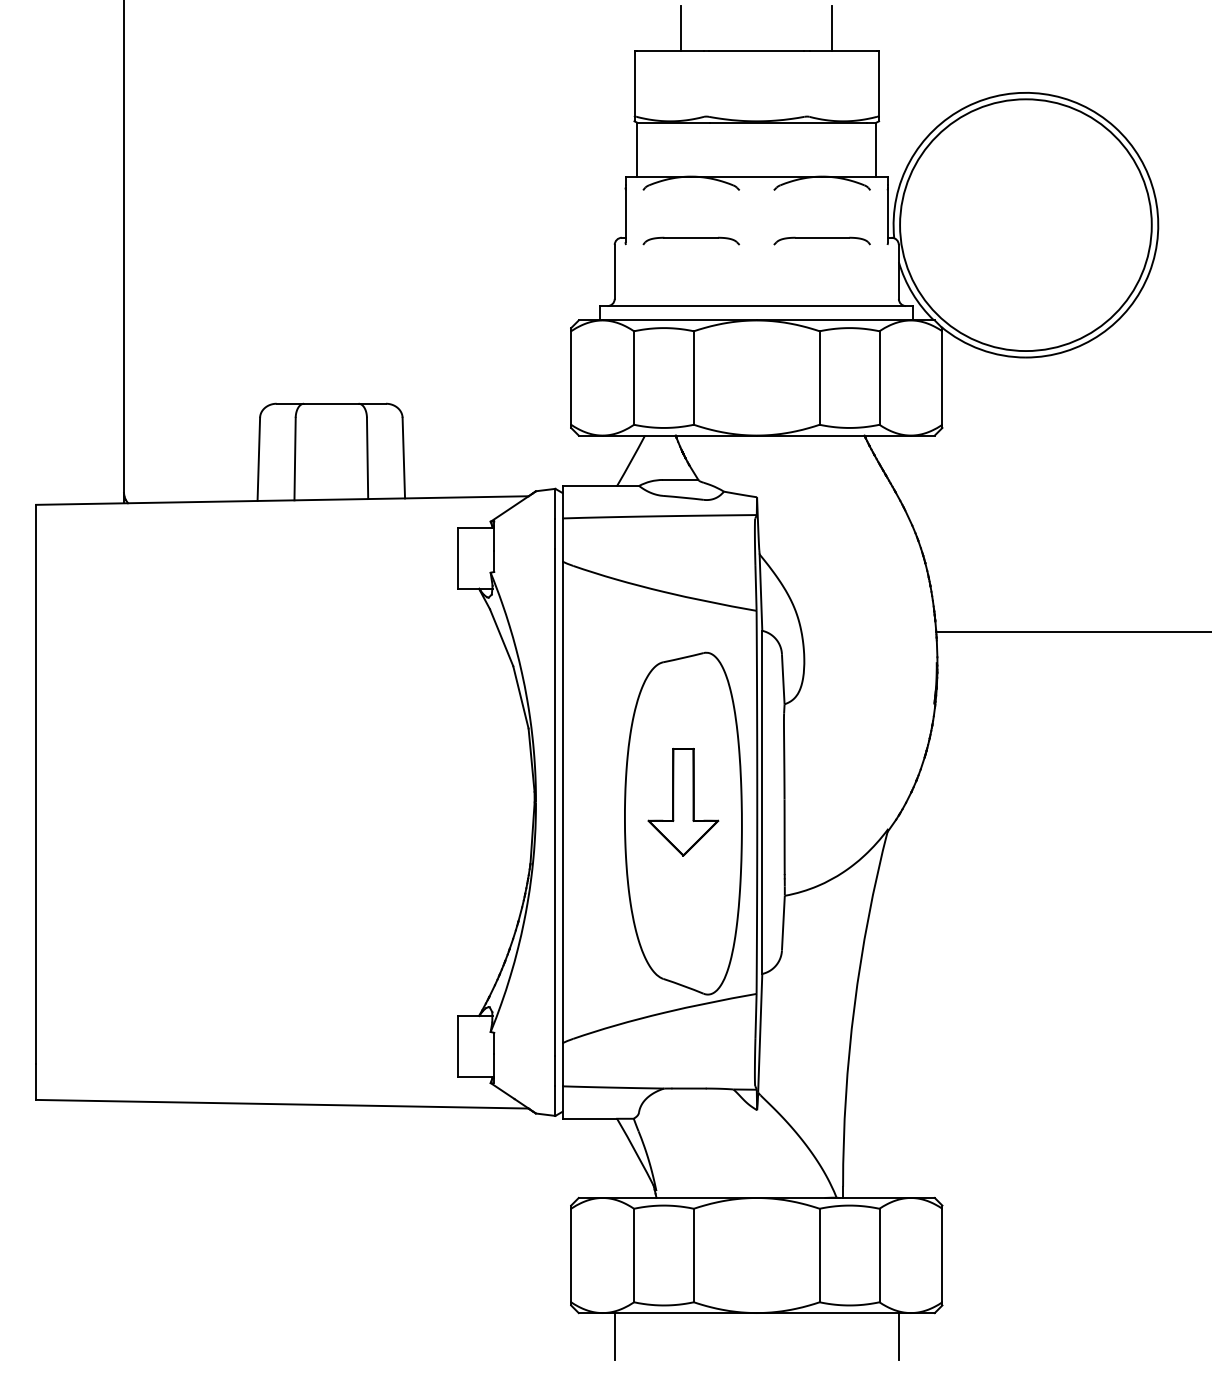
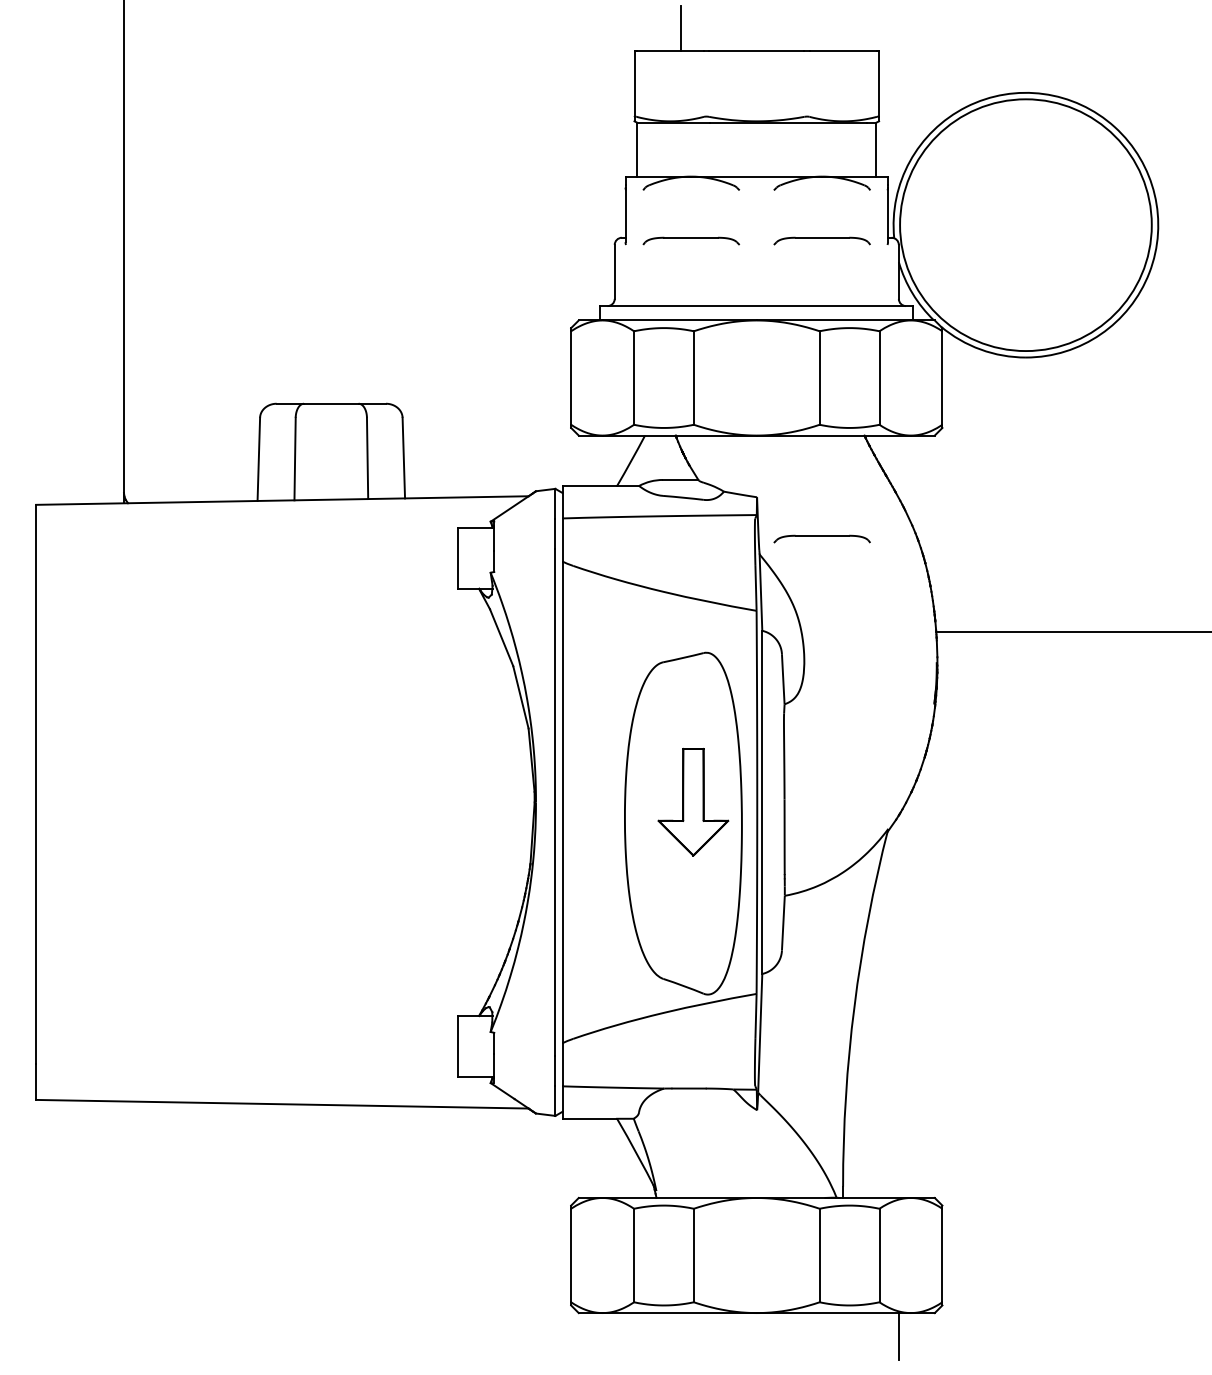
line at (832, 28): present -> none
part at (821, 538): none -> present
part at (683, 802) position: (683, 802) -> (693, 802)
line at (614, 1336): present -> none
